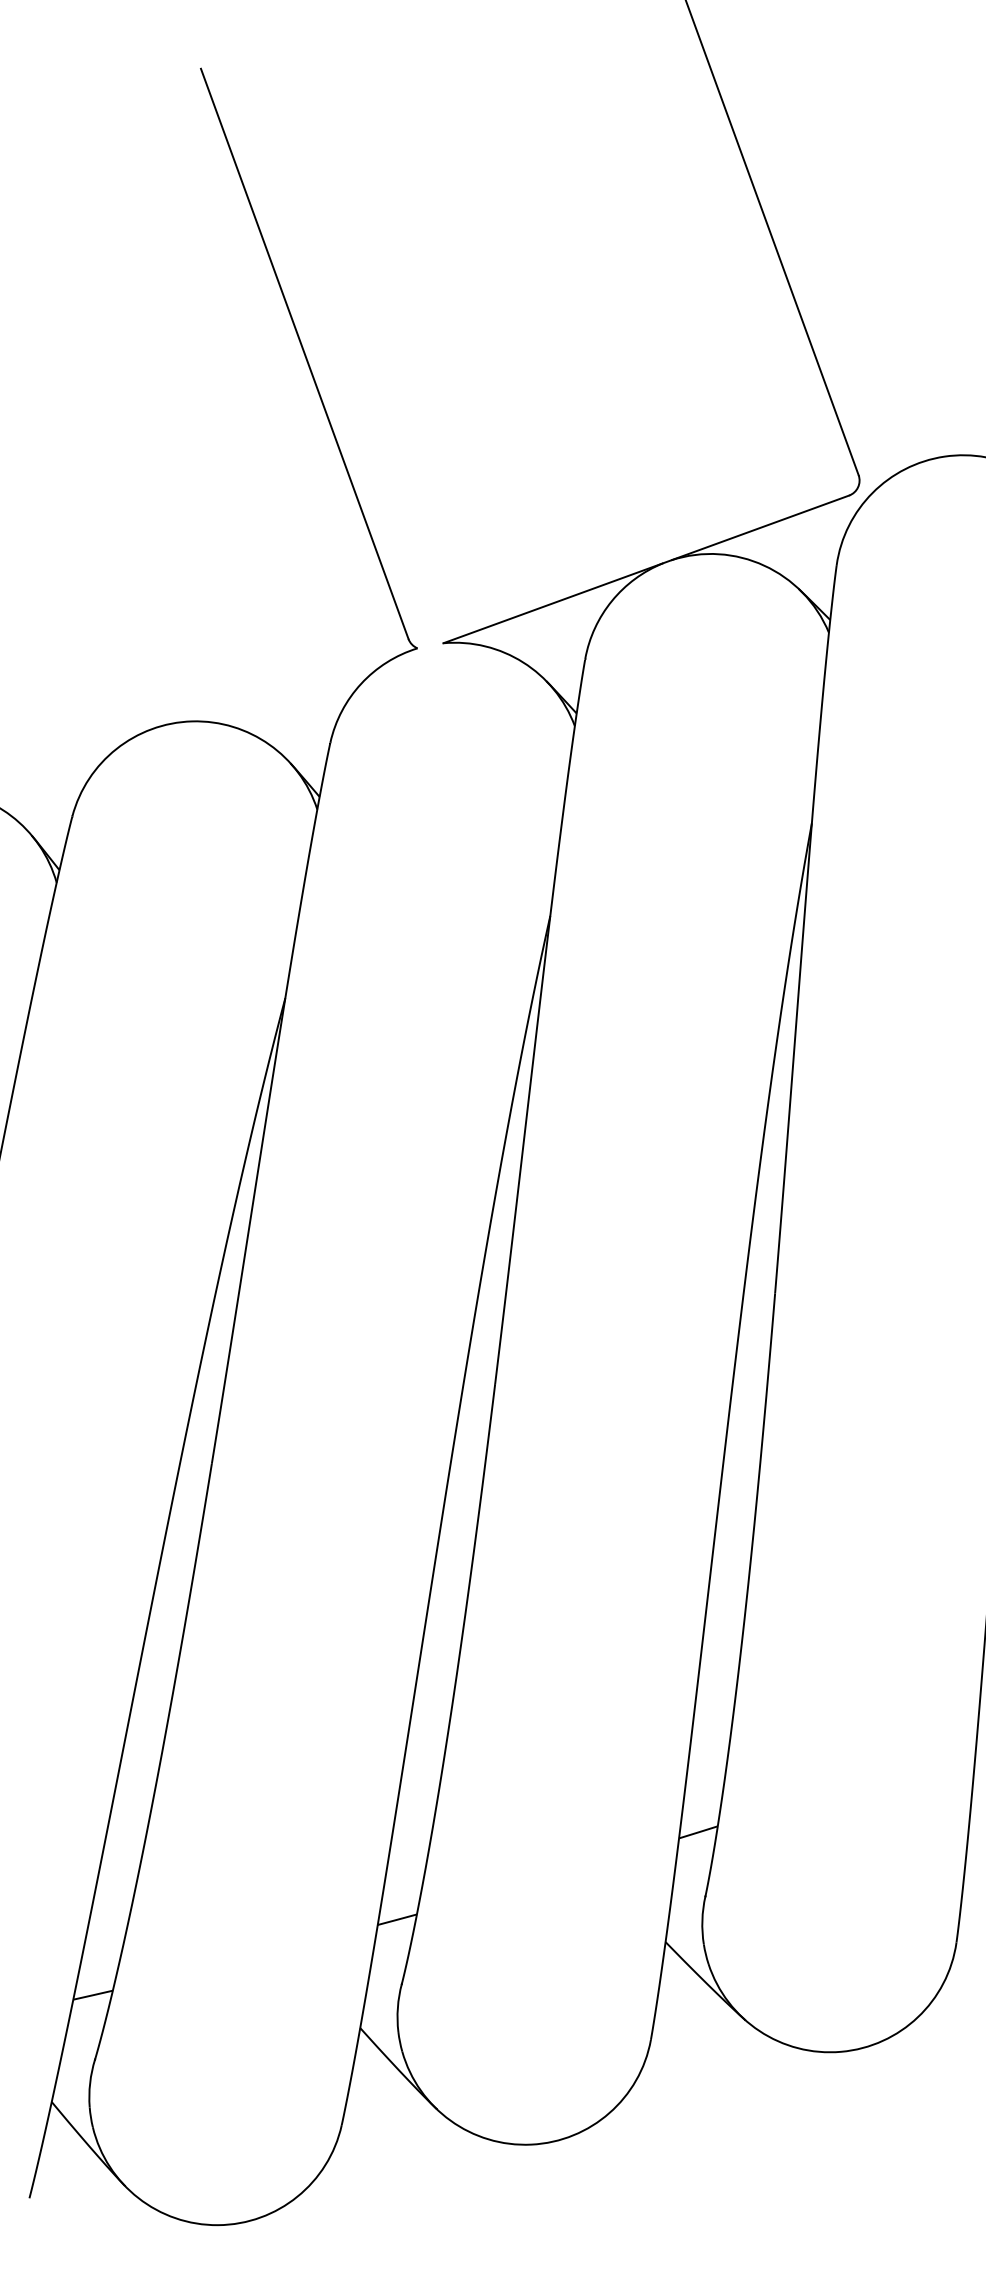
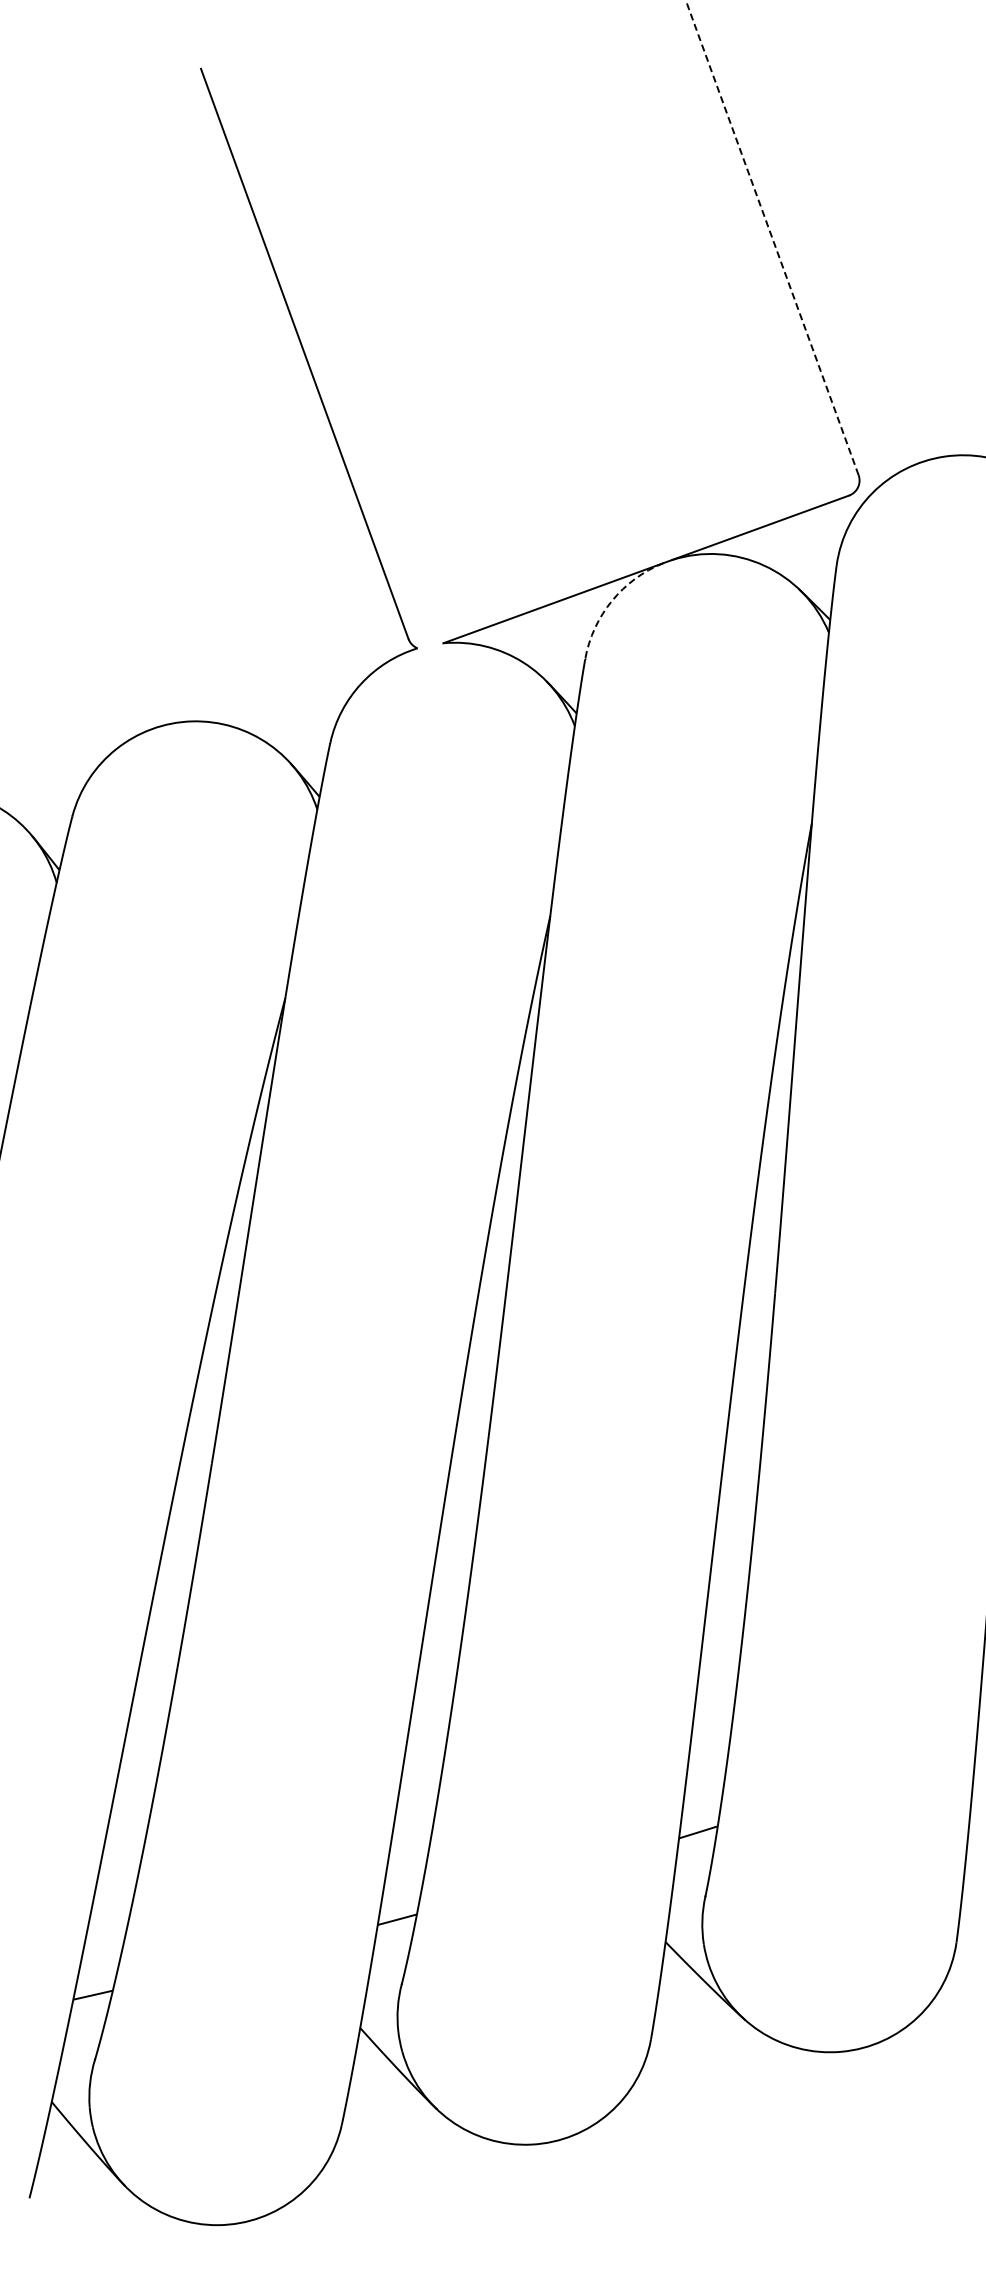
line at (772, 237): solid -> dashed
arc at (612, 600): solid -> dashed
